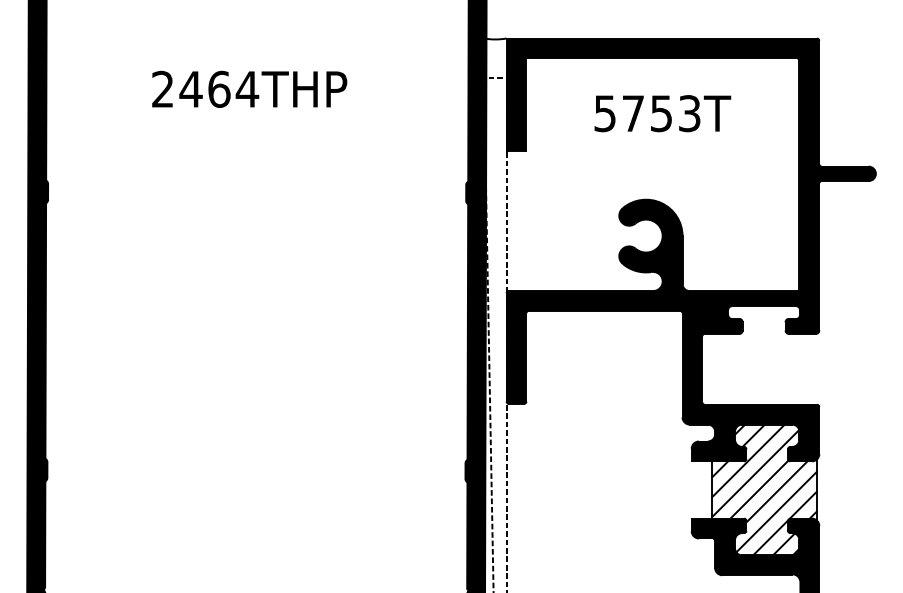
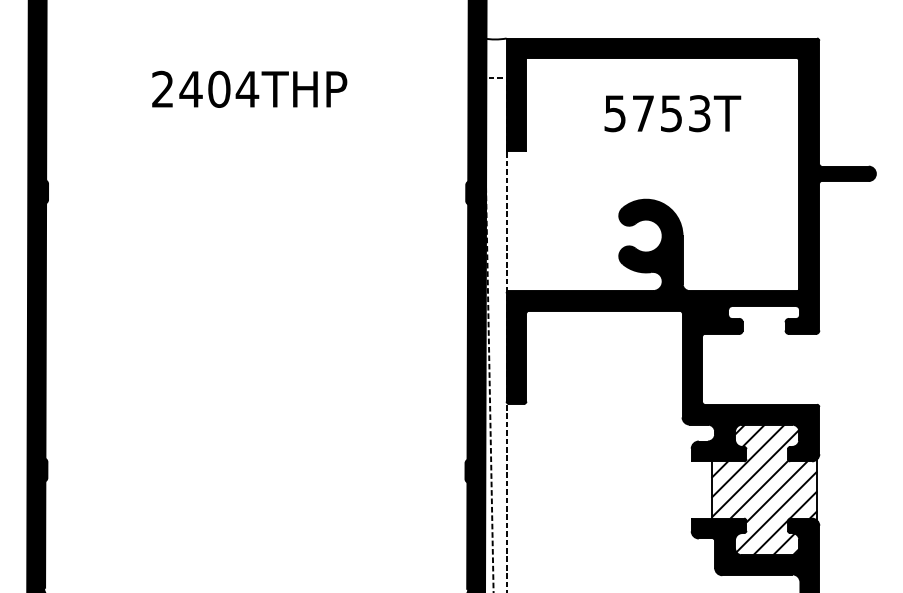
text at (219, 88): 2464THP -> 2404THP
text at (662, 113) position: (662, 113) -> (672, 113)
